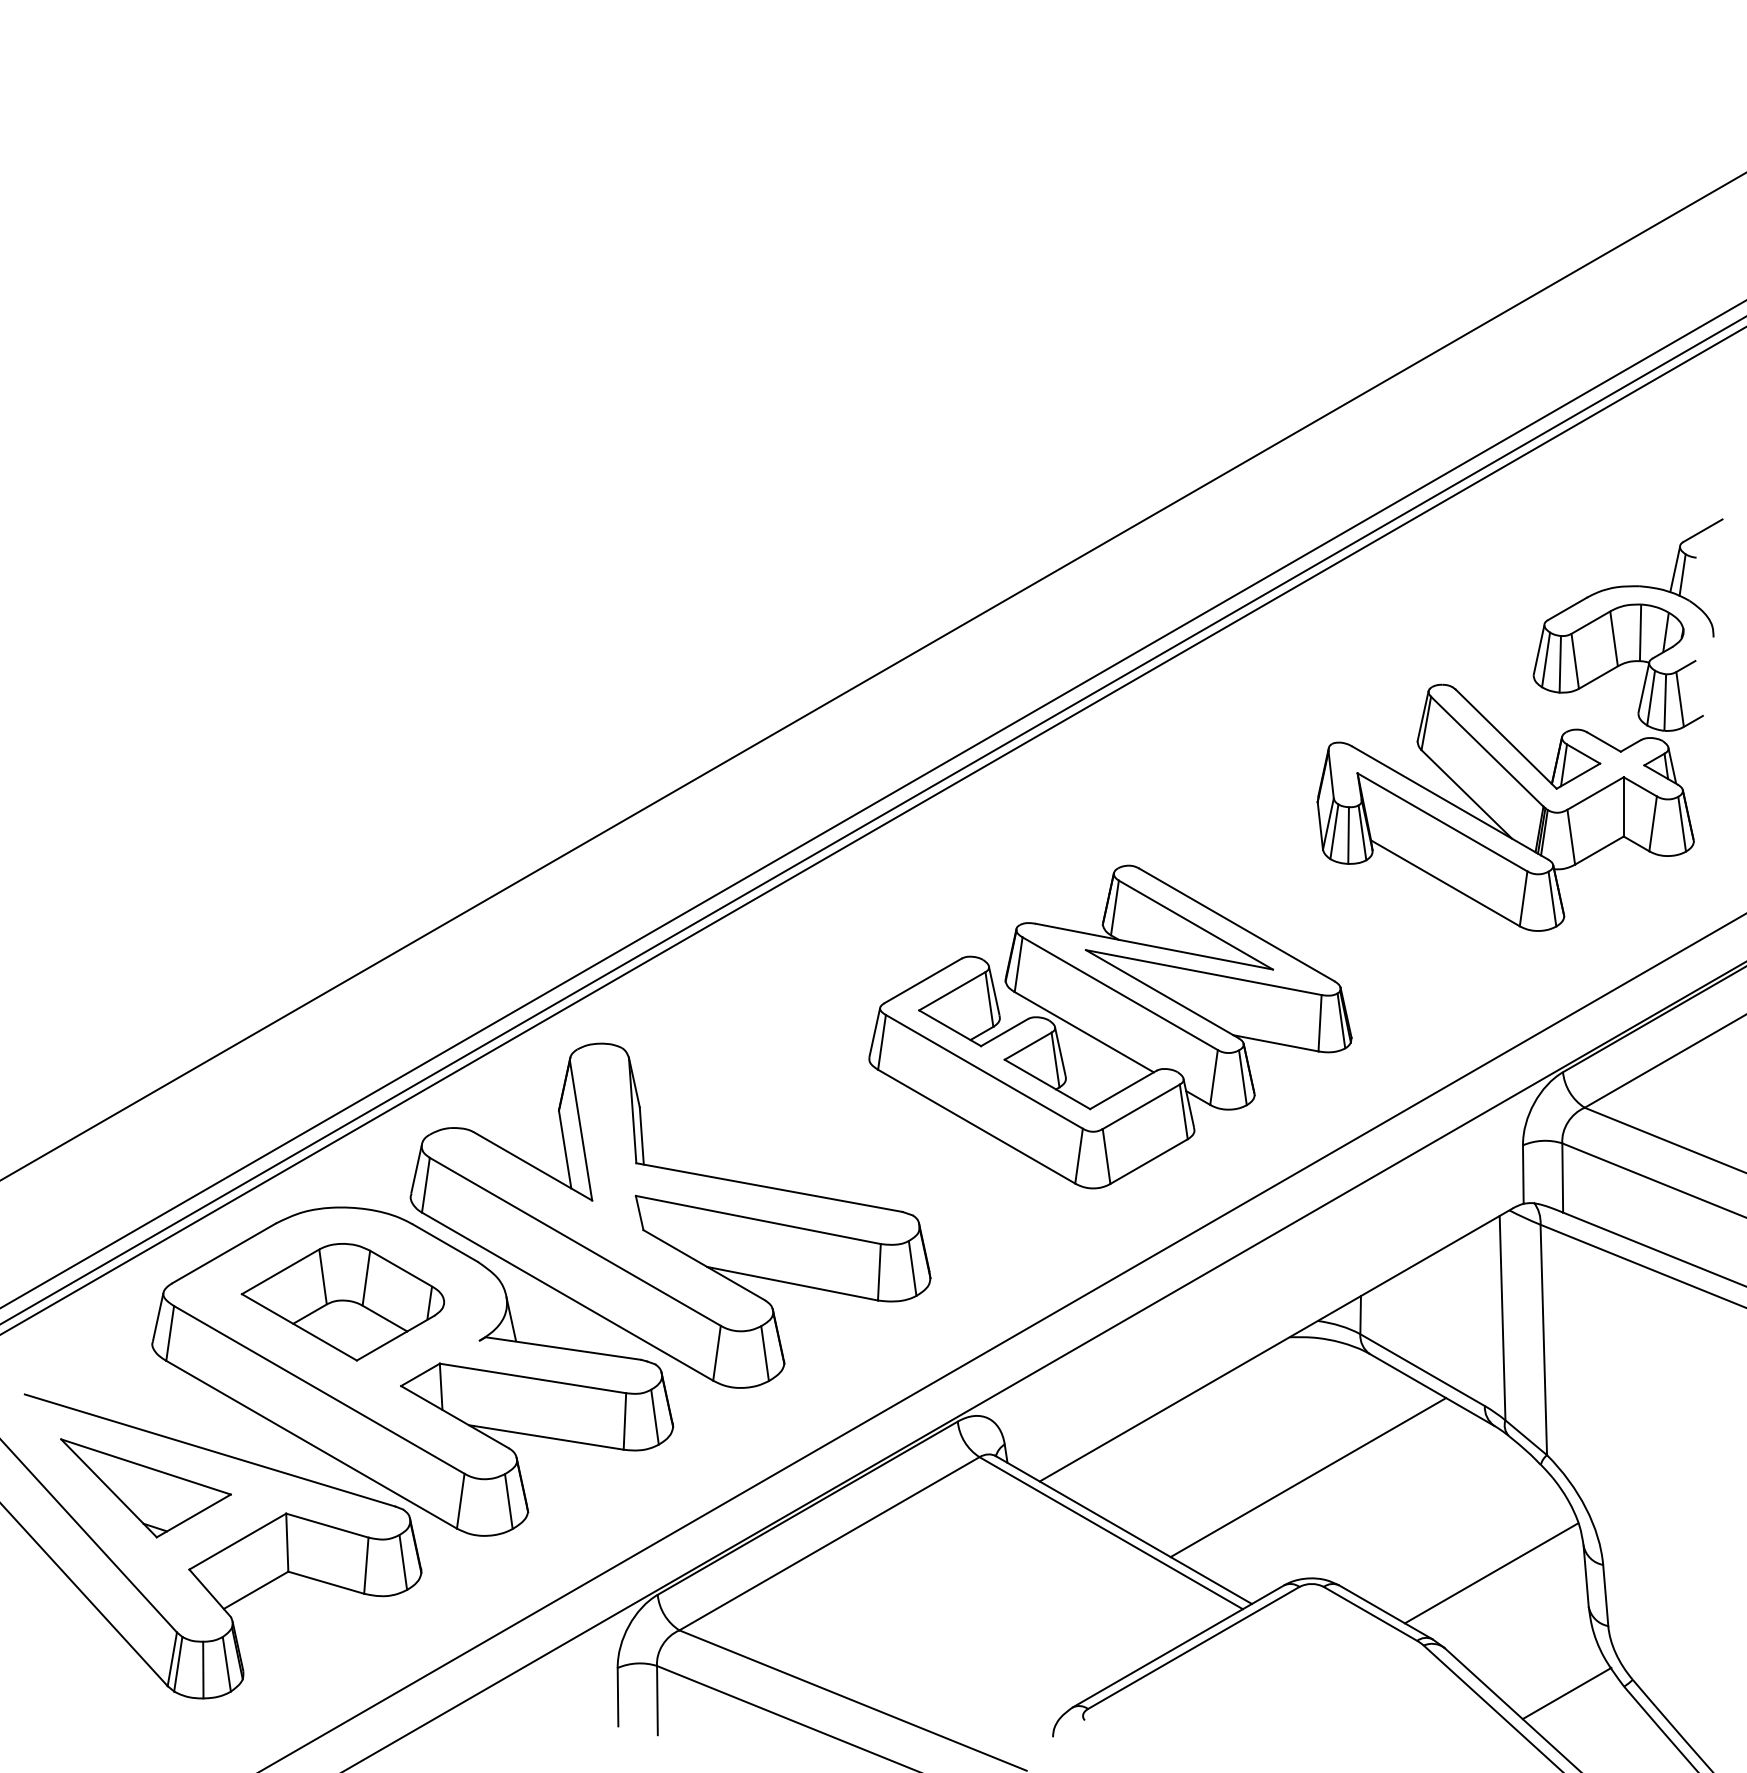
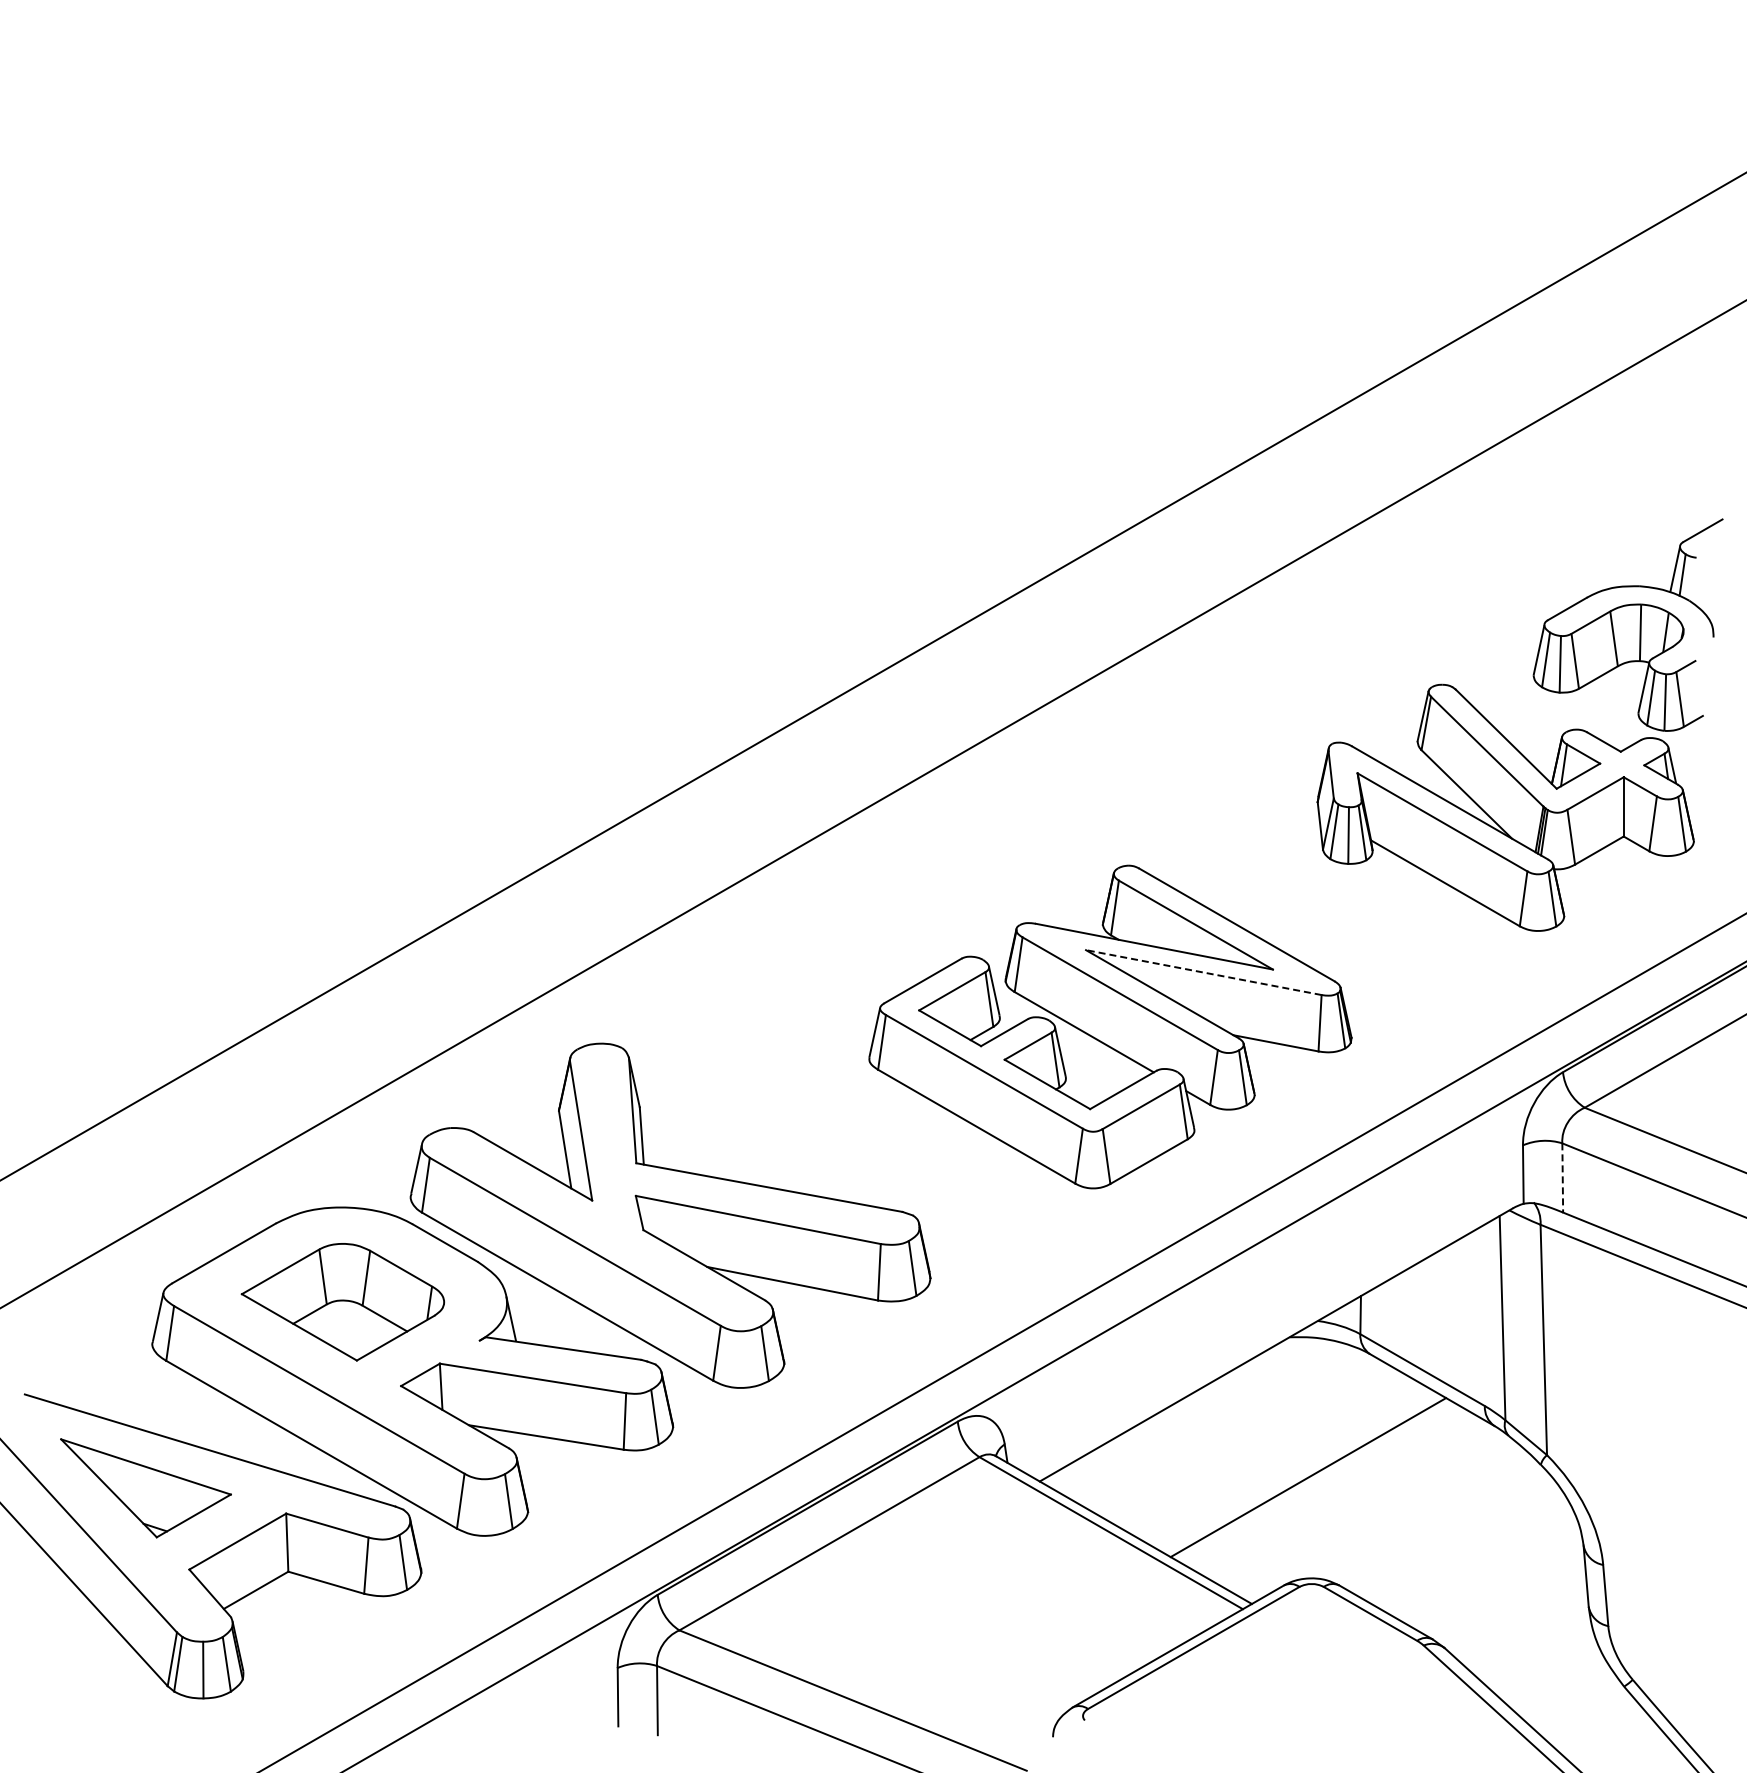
line at (872, 820): present -> none
line at (872, 830): present -> none
line at (1203, 972): solid -> dashed
line at (1562, 1177): solid -> dashed
line at (1491, 1573): present -> none
line at (1566, 1693): present -> none
